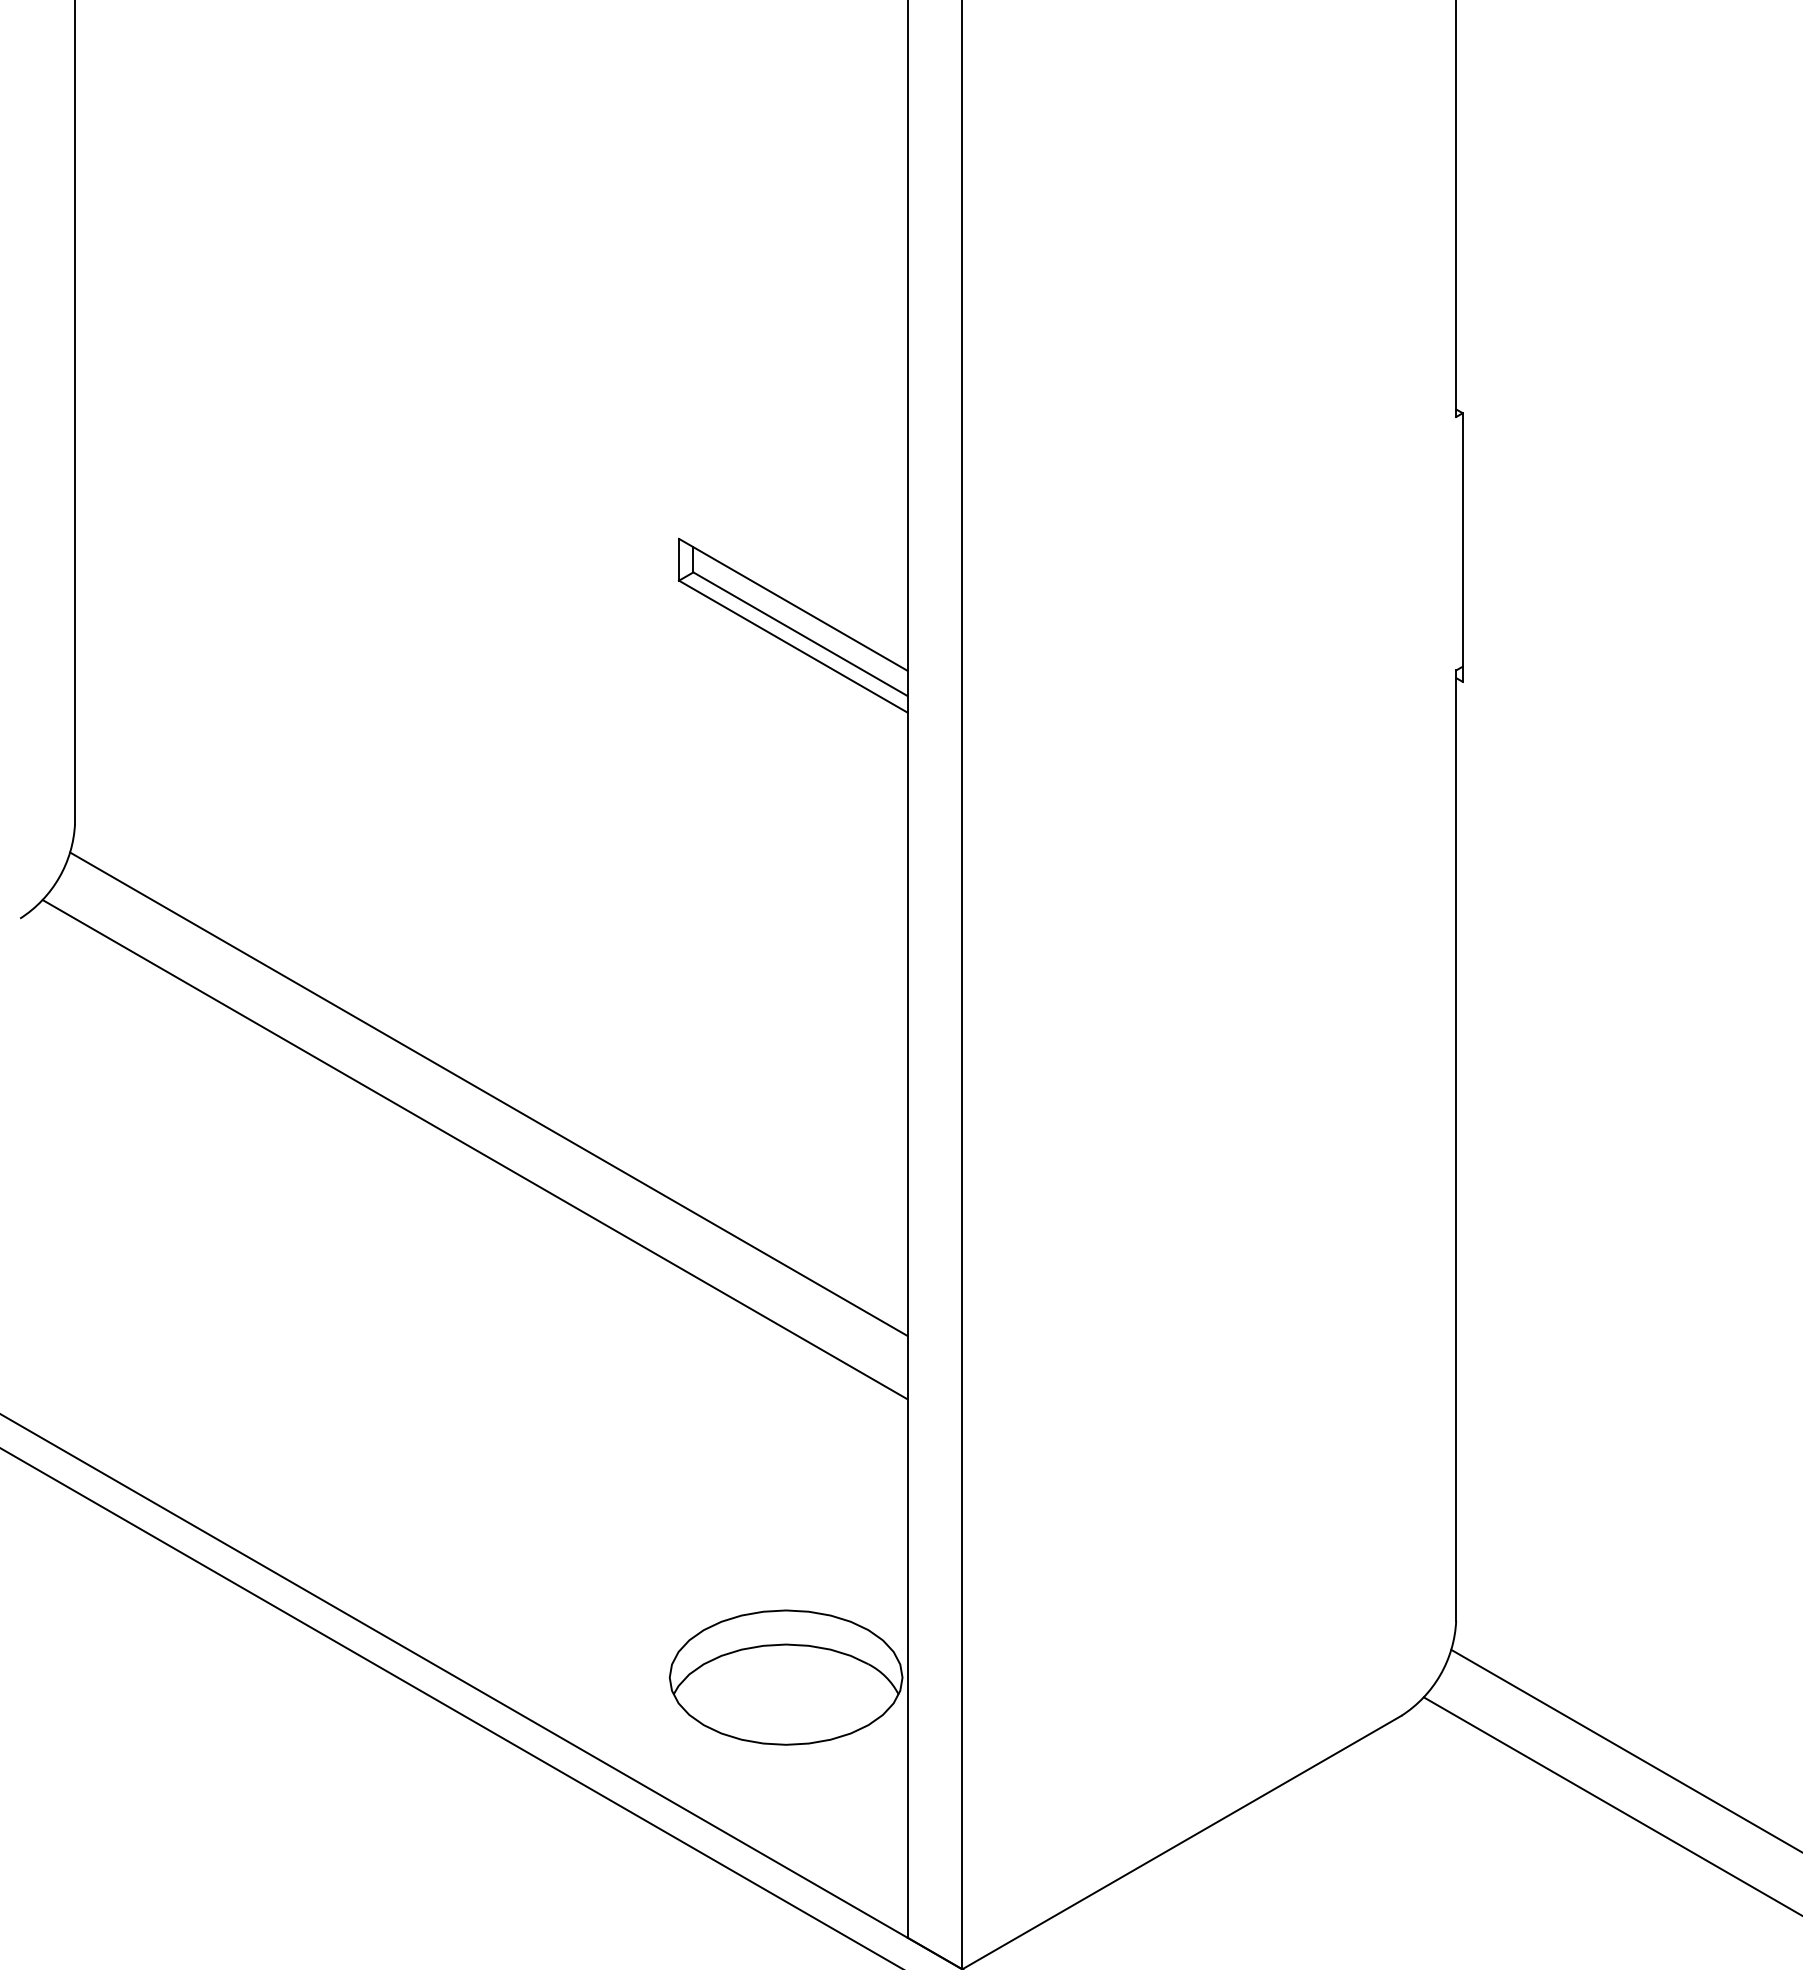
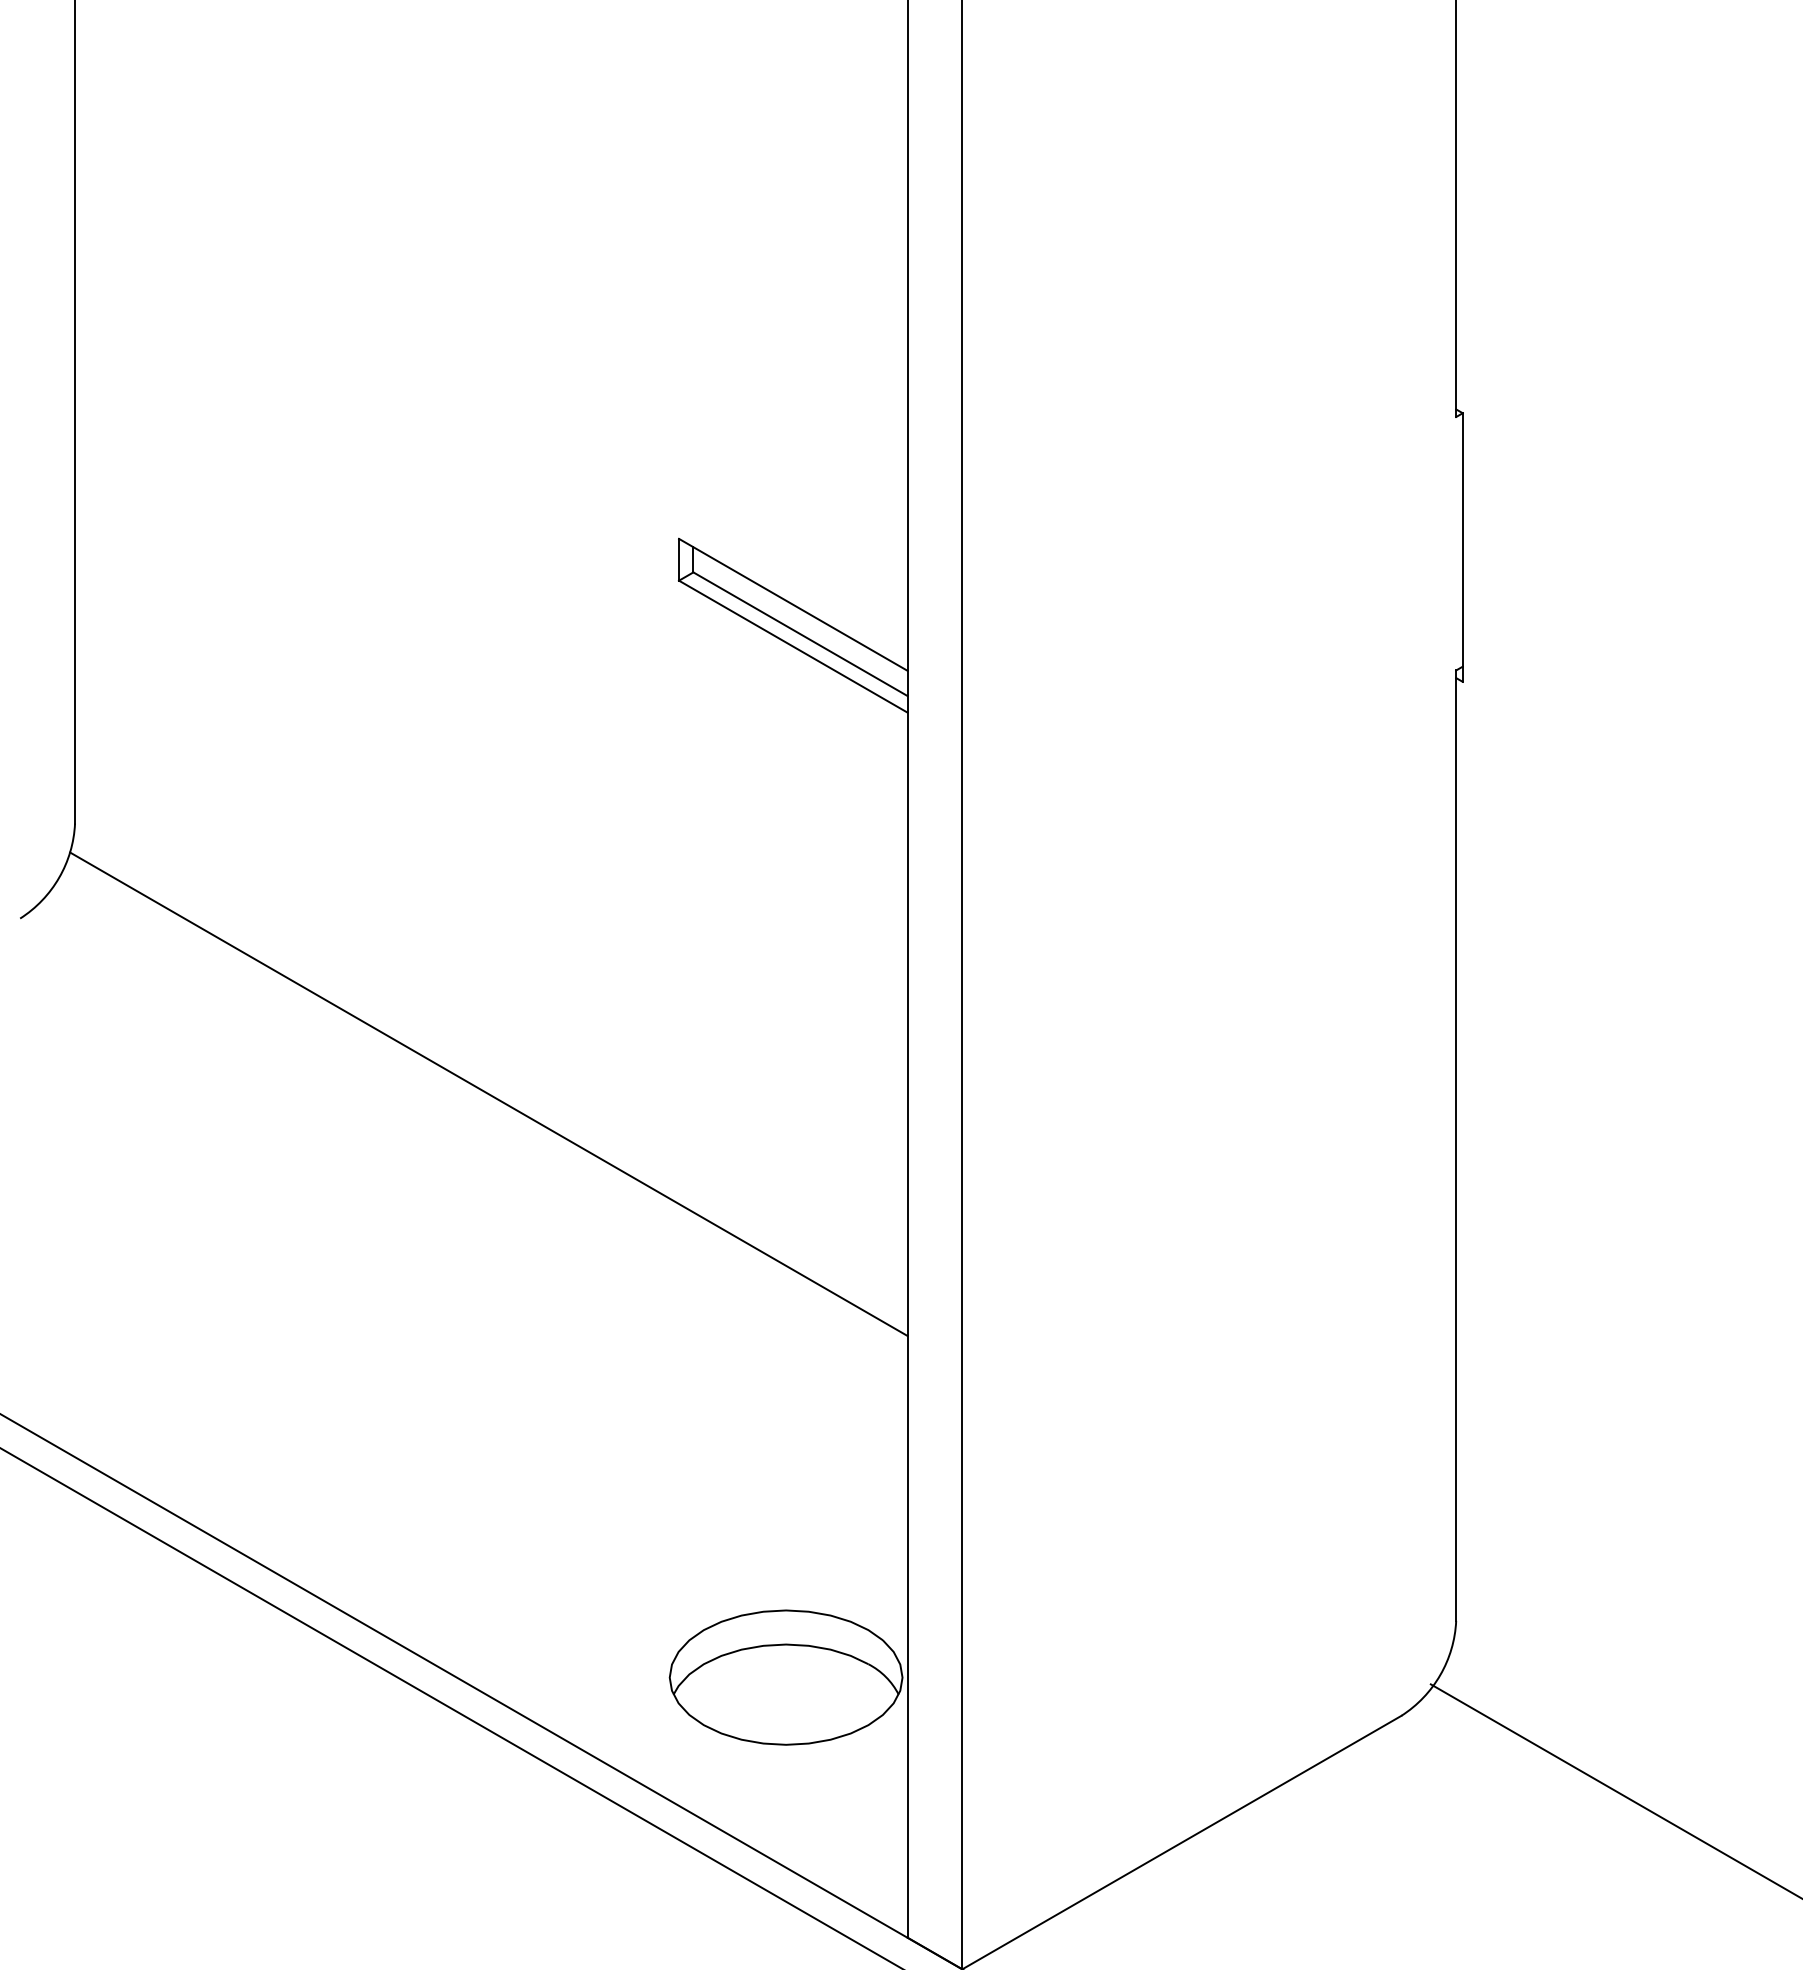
line at (474, 1149): present -> none
line at (1625, 1749): present -> none
line at (1611, 1805) position: (1611, 1805) -> (1614, 1790)
